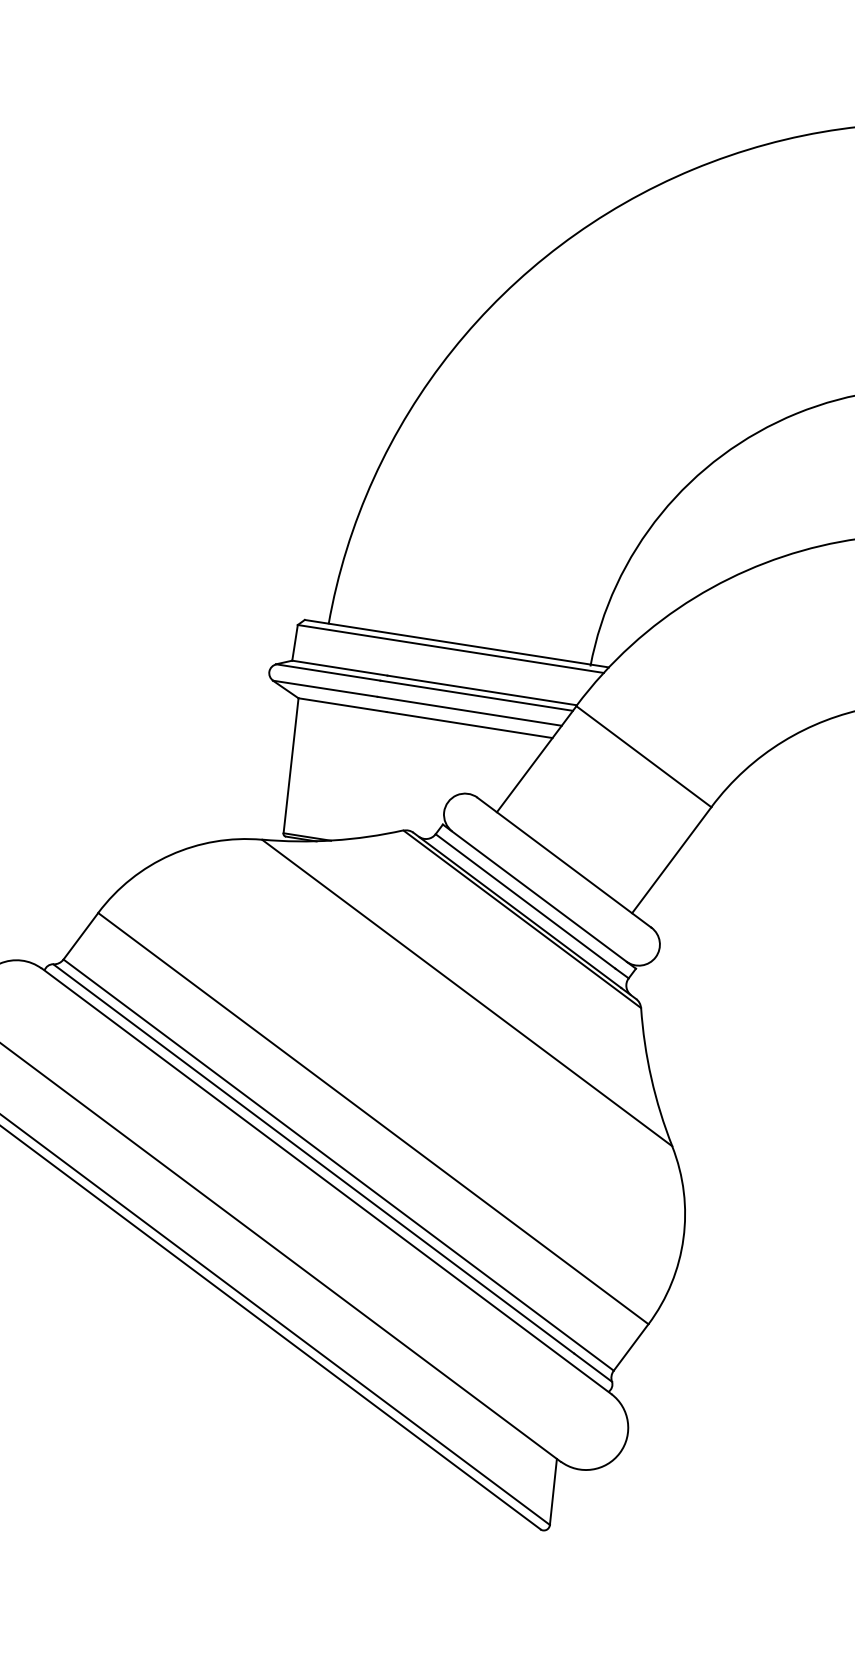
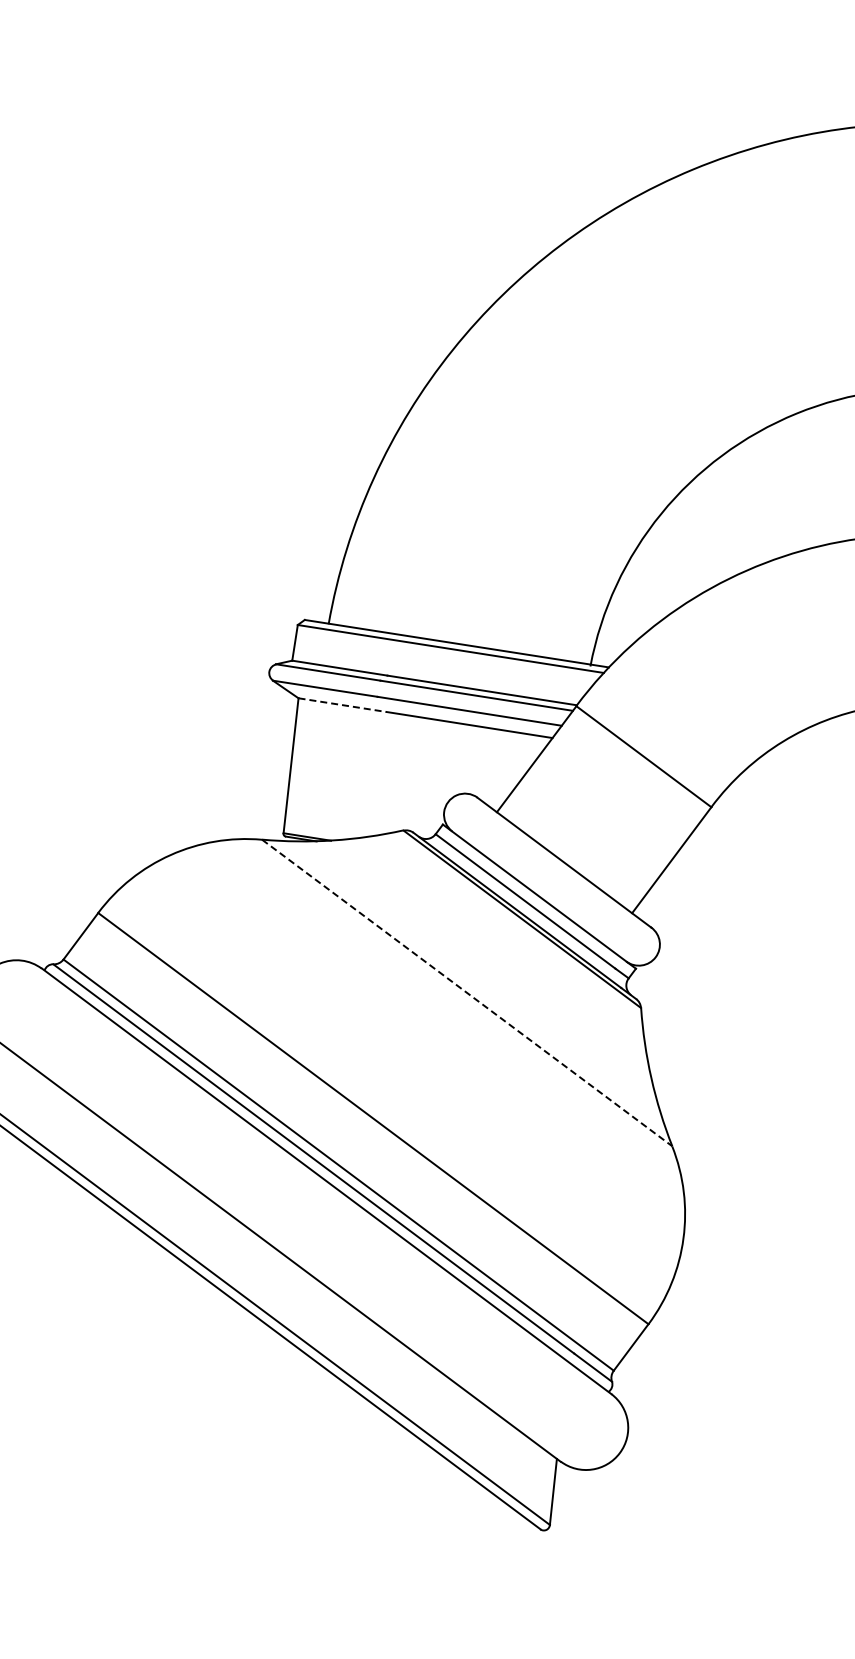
line at (342, 705): solid -> dashed
line at (467, 993): solid -> dashed
